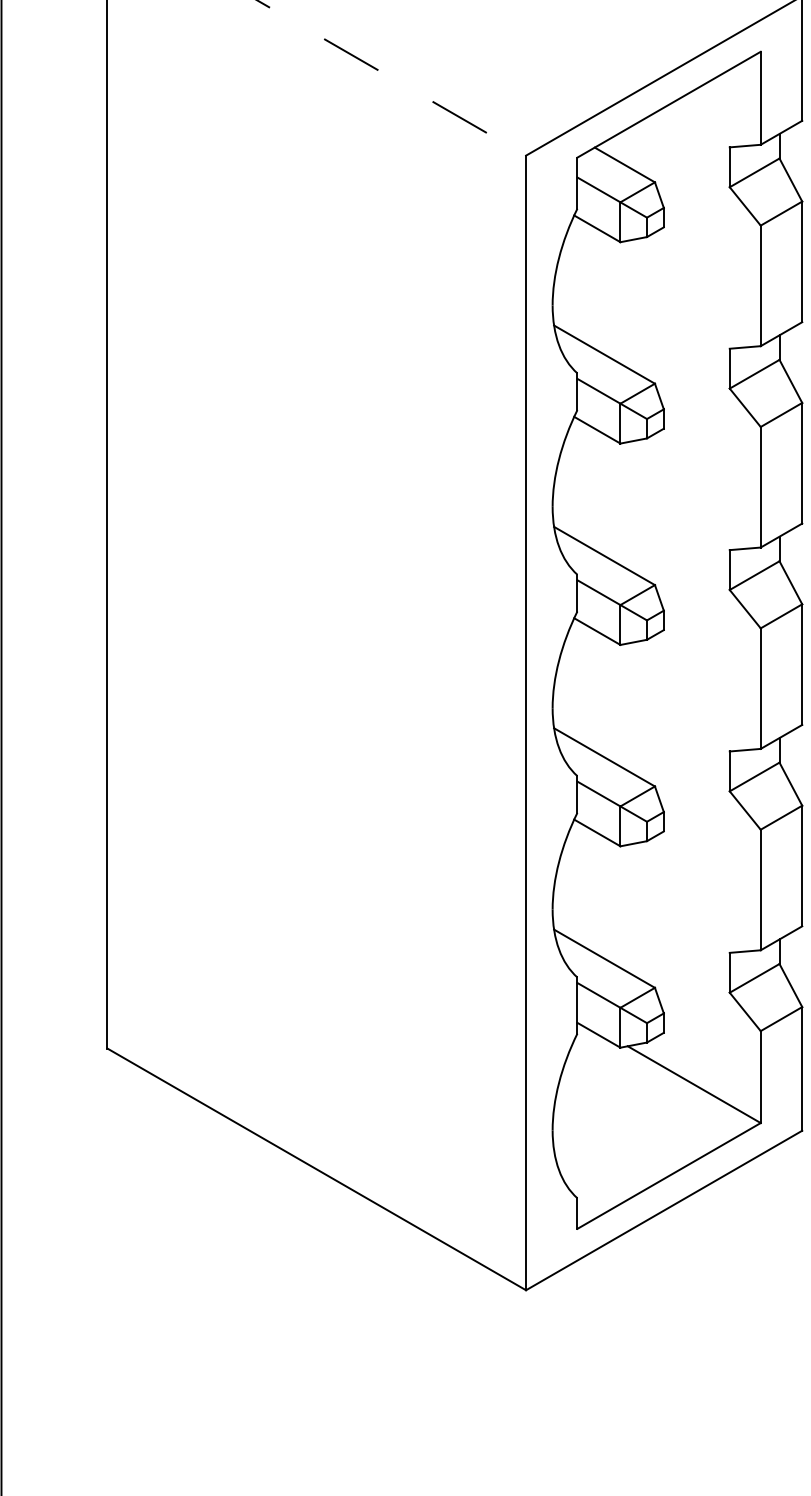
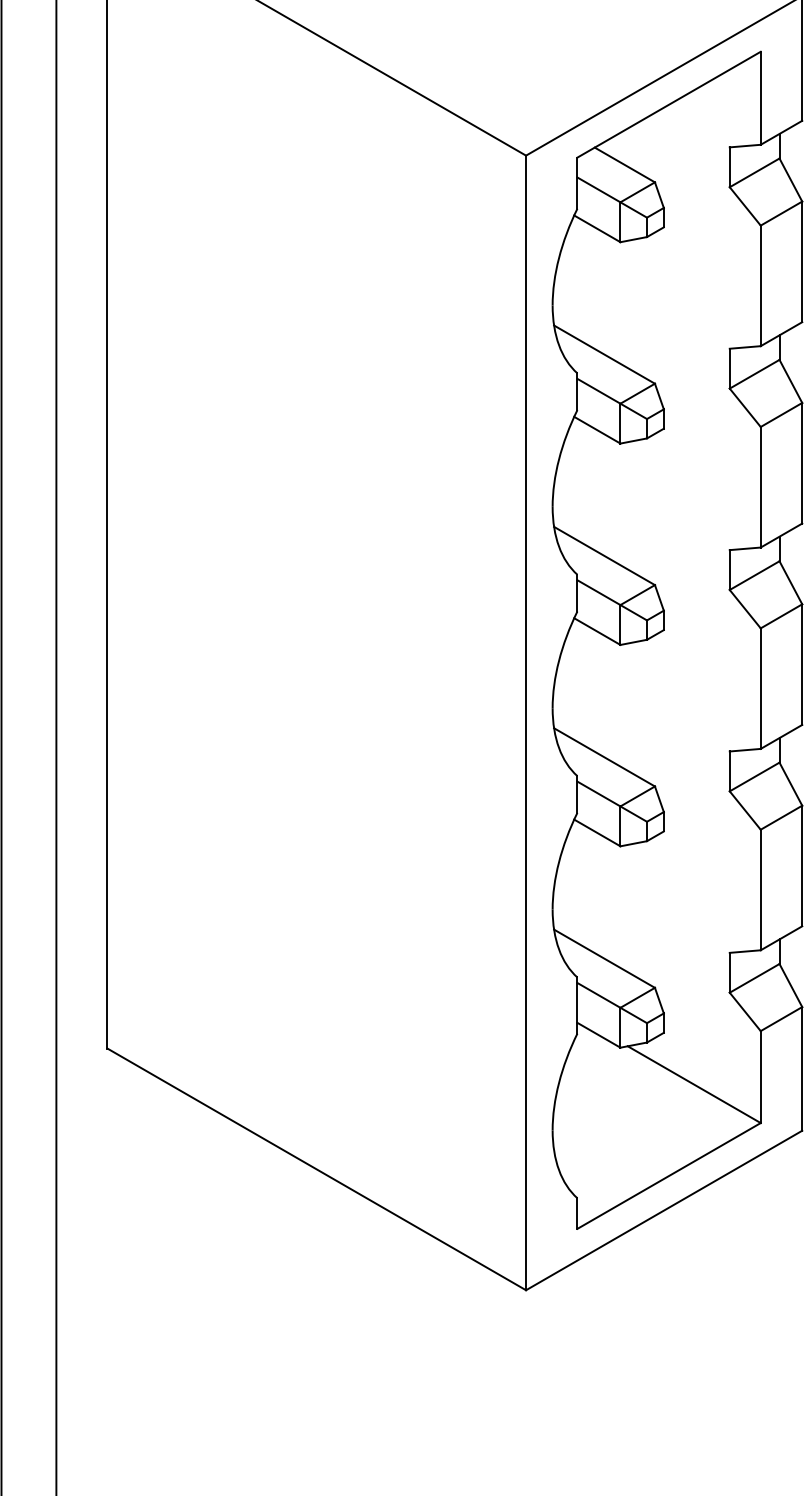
line at (391, 78): dashed -> solid
line at (56, 747): none -> present
